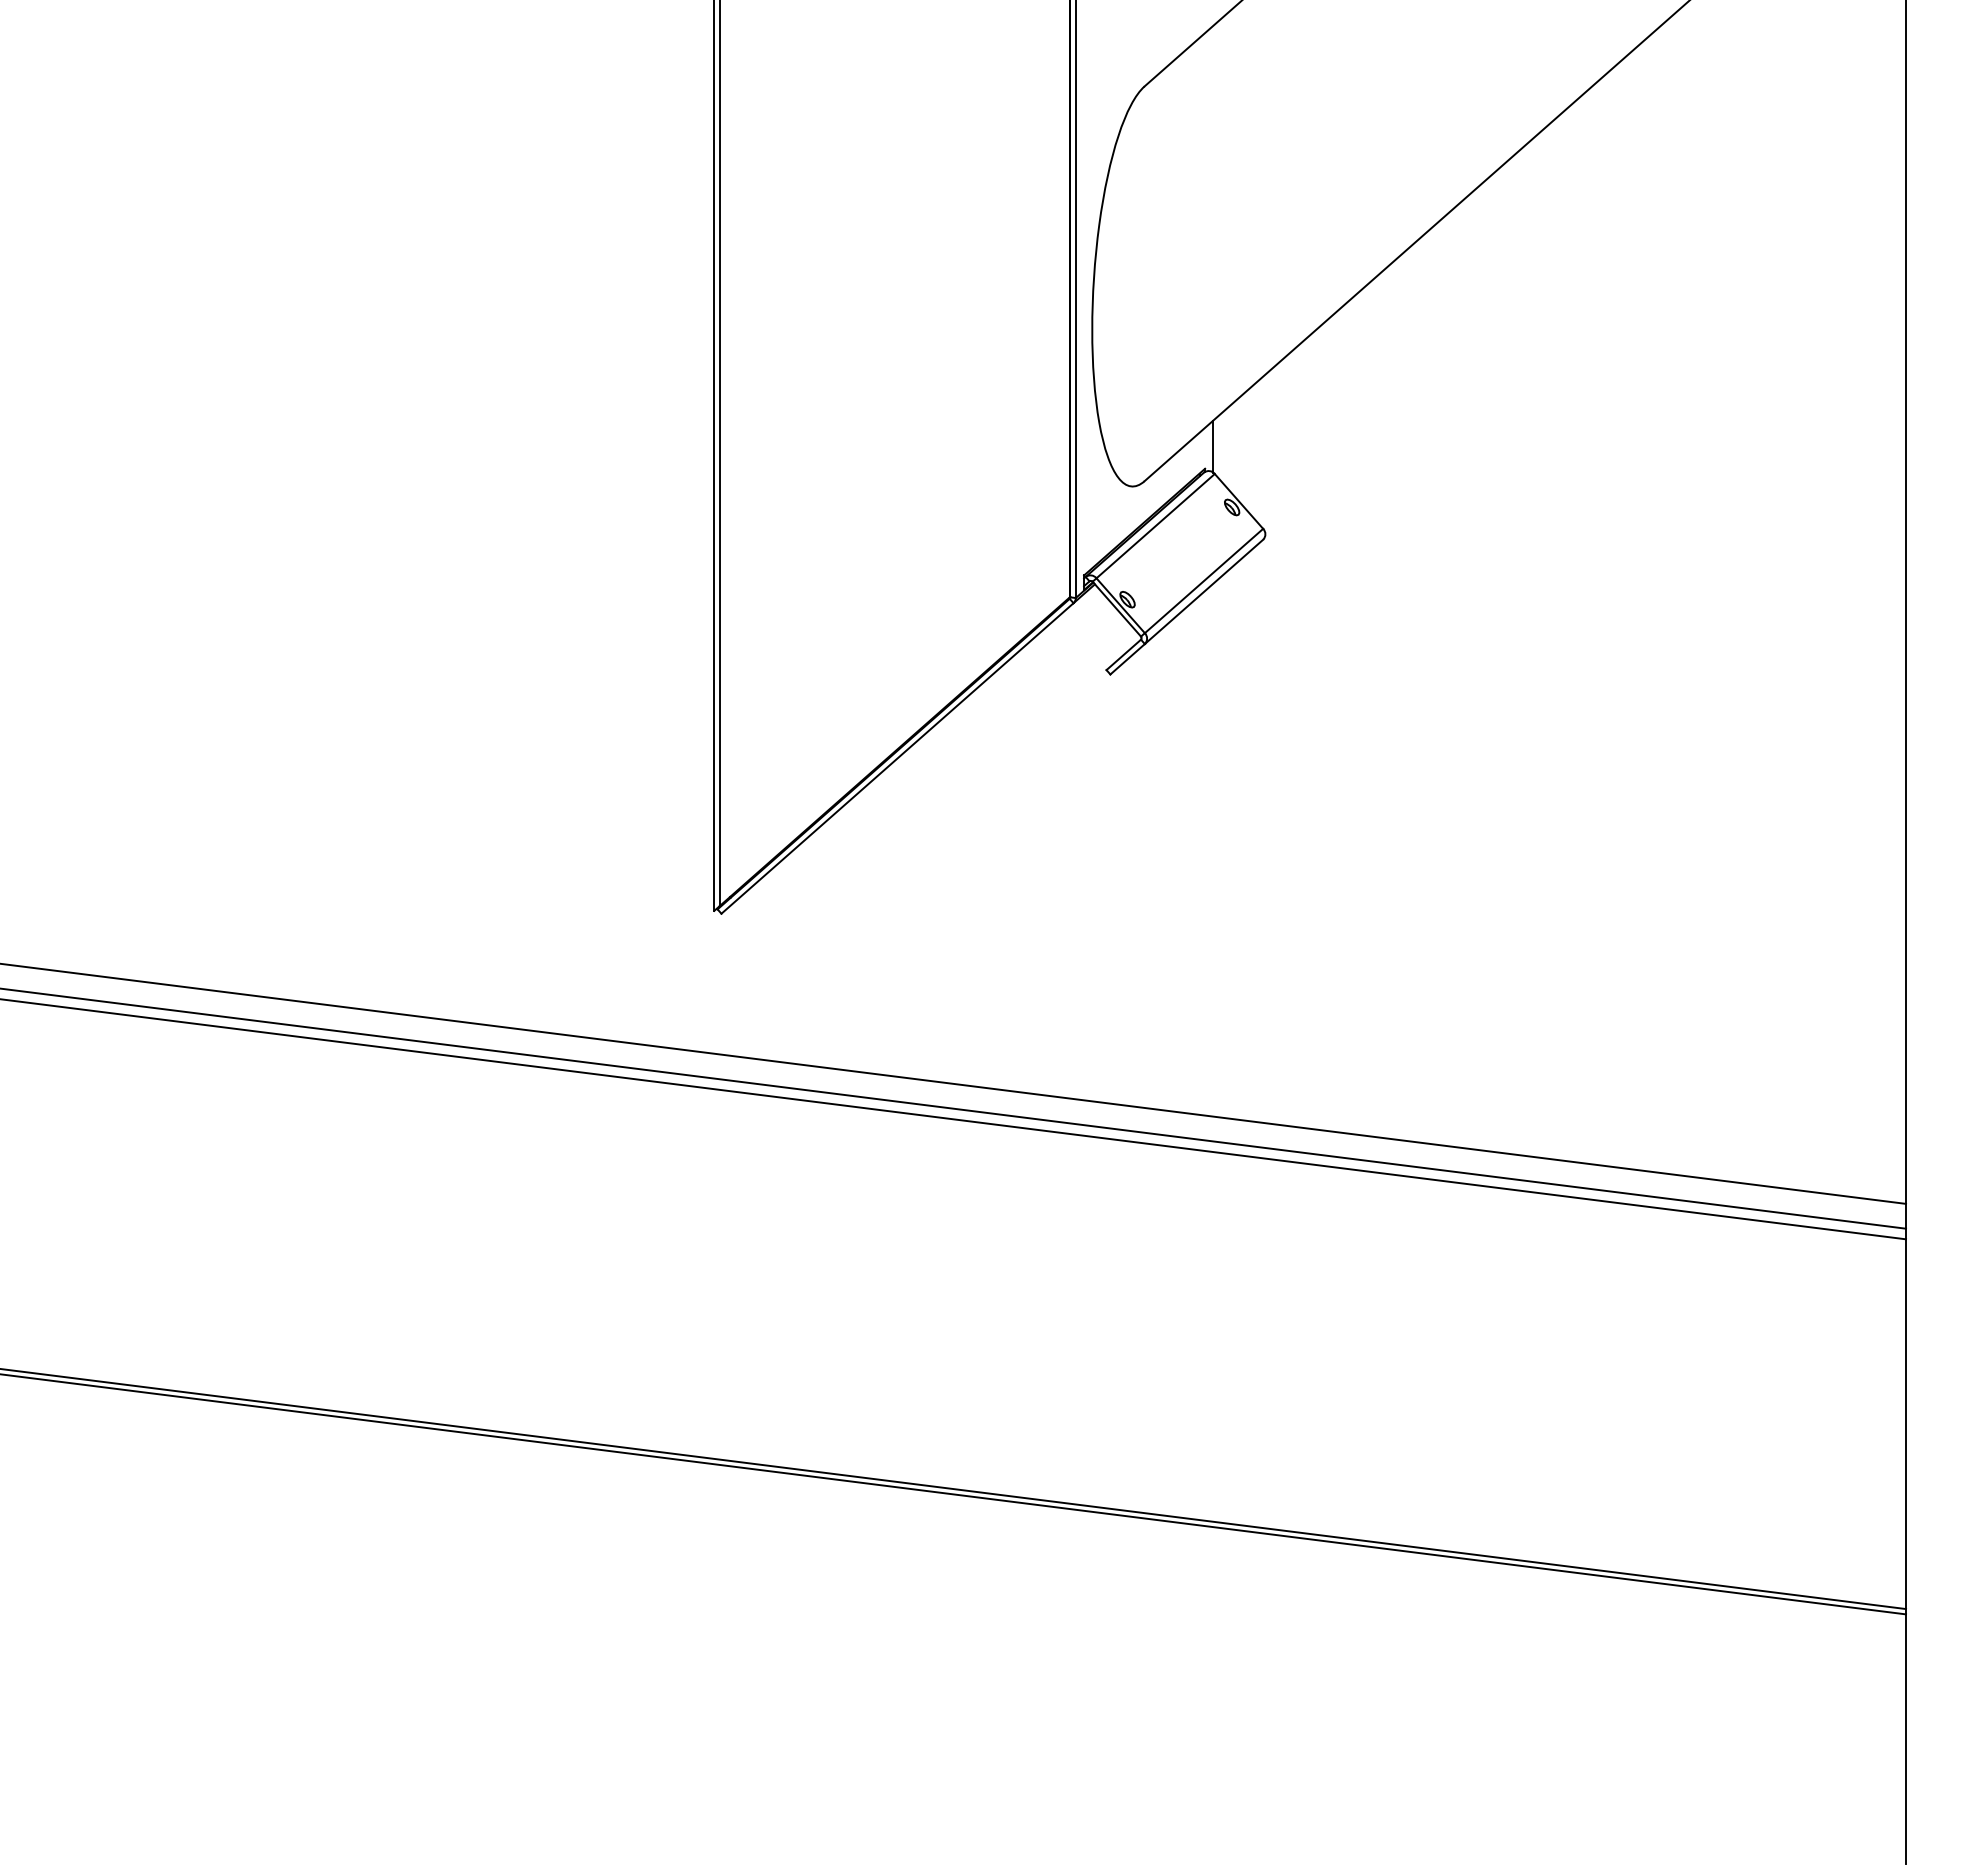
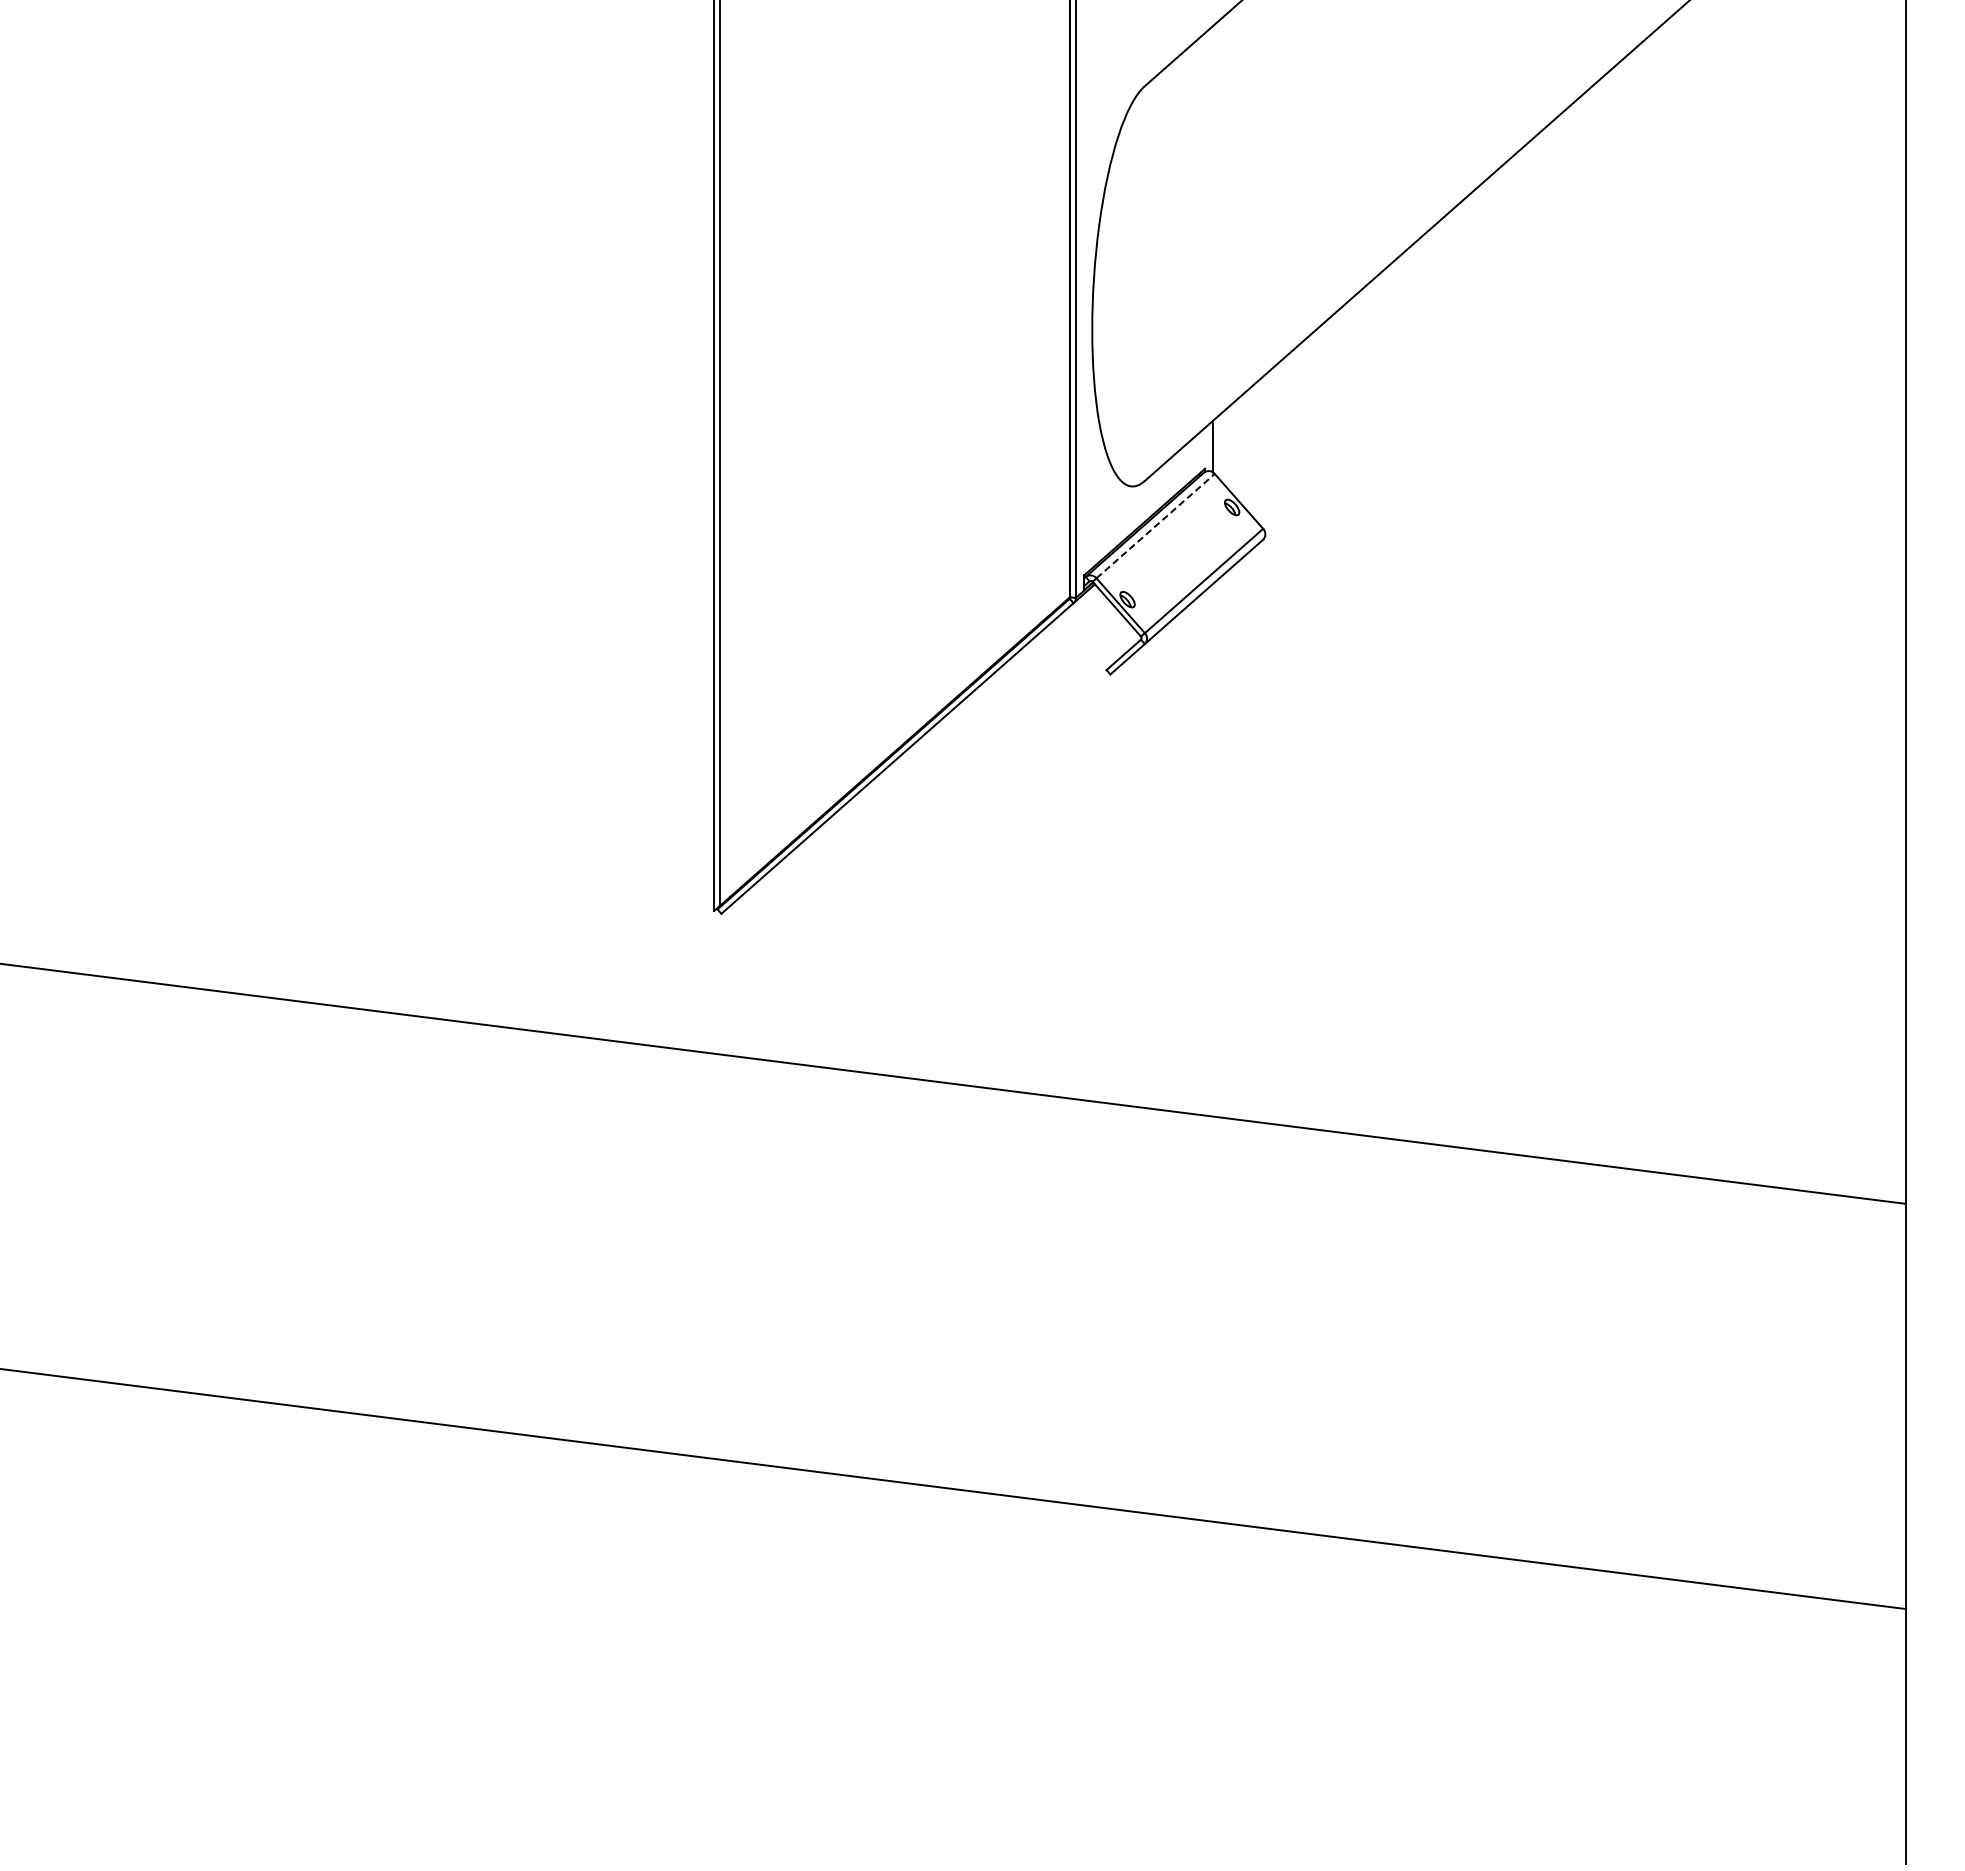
line at (1155, 526): solid -> dashed
line at (954, 1108): present -> none
line at (954, 1119): present -> none
line at (954, 1494): present -> none
